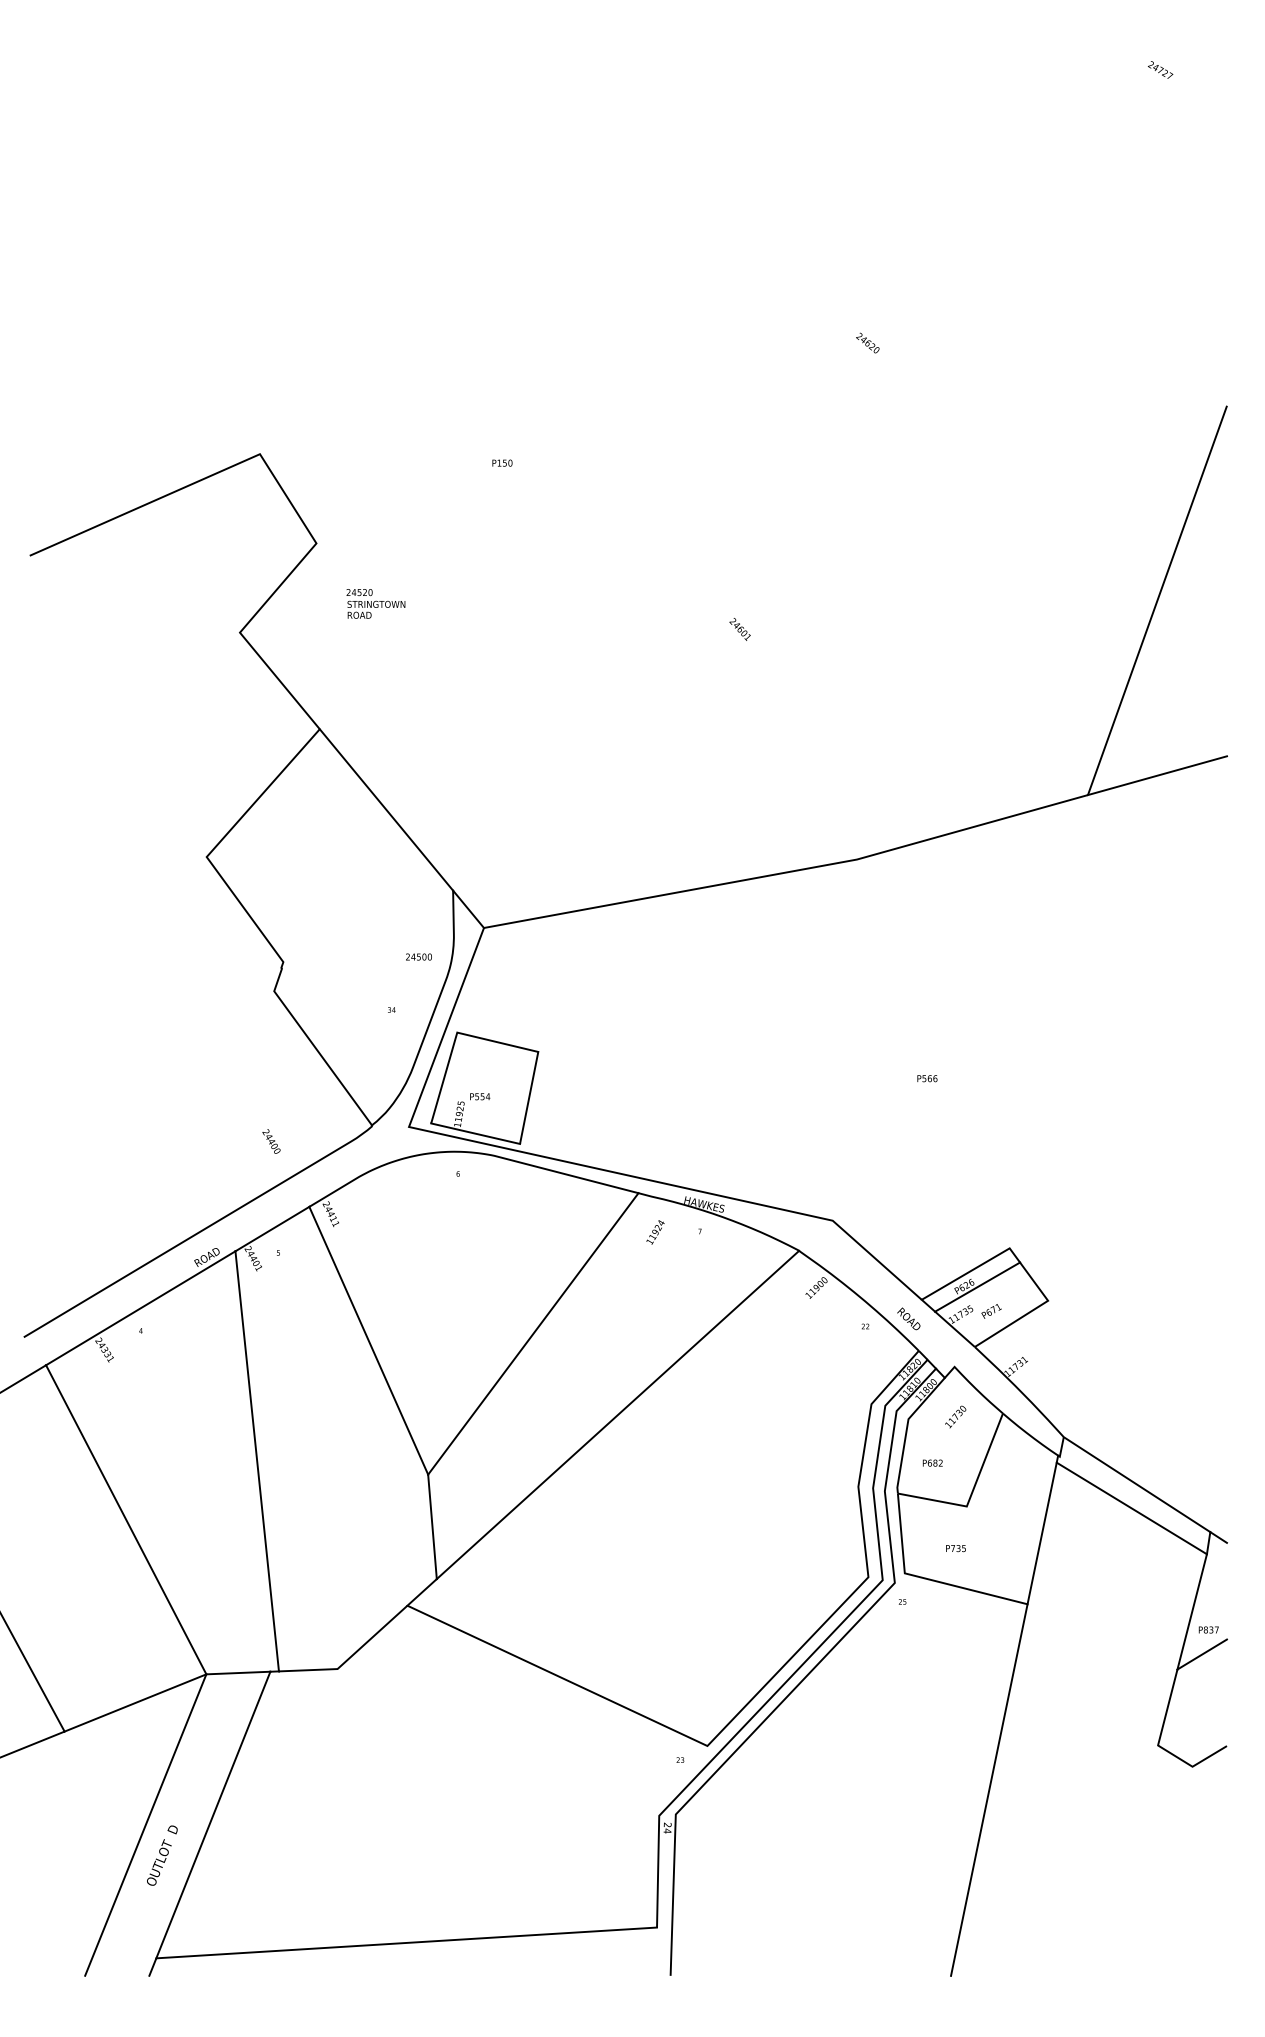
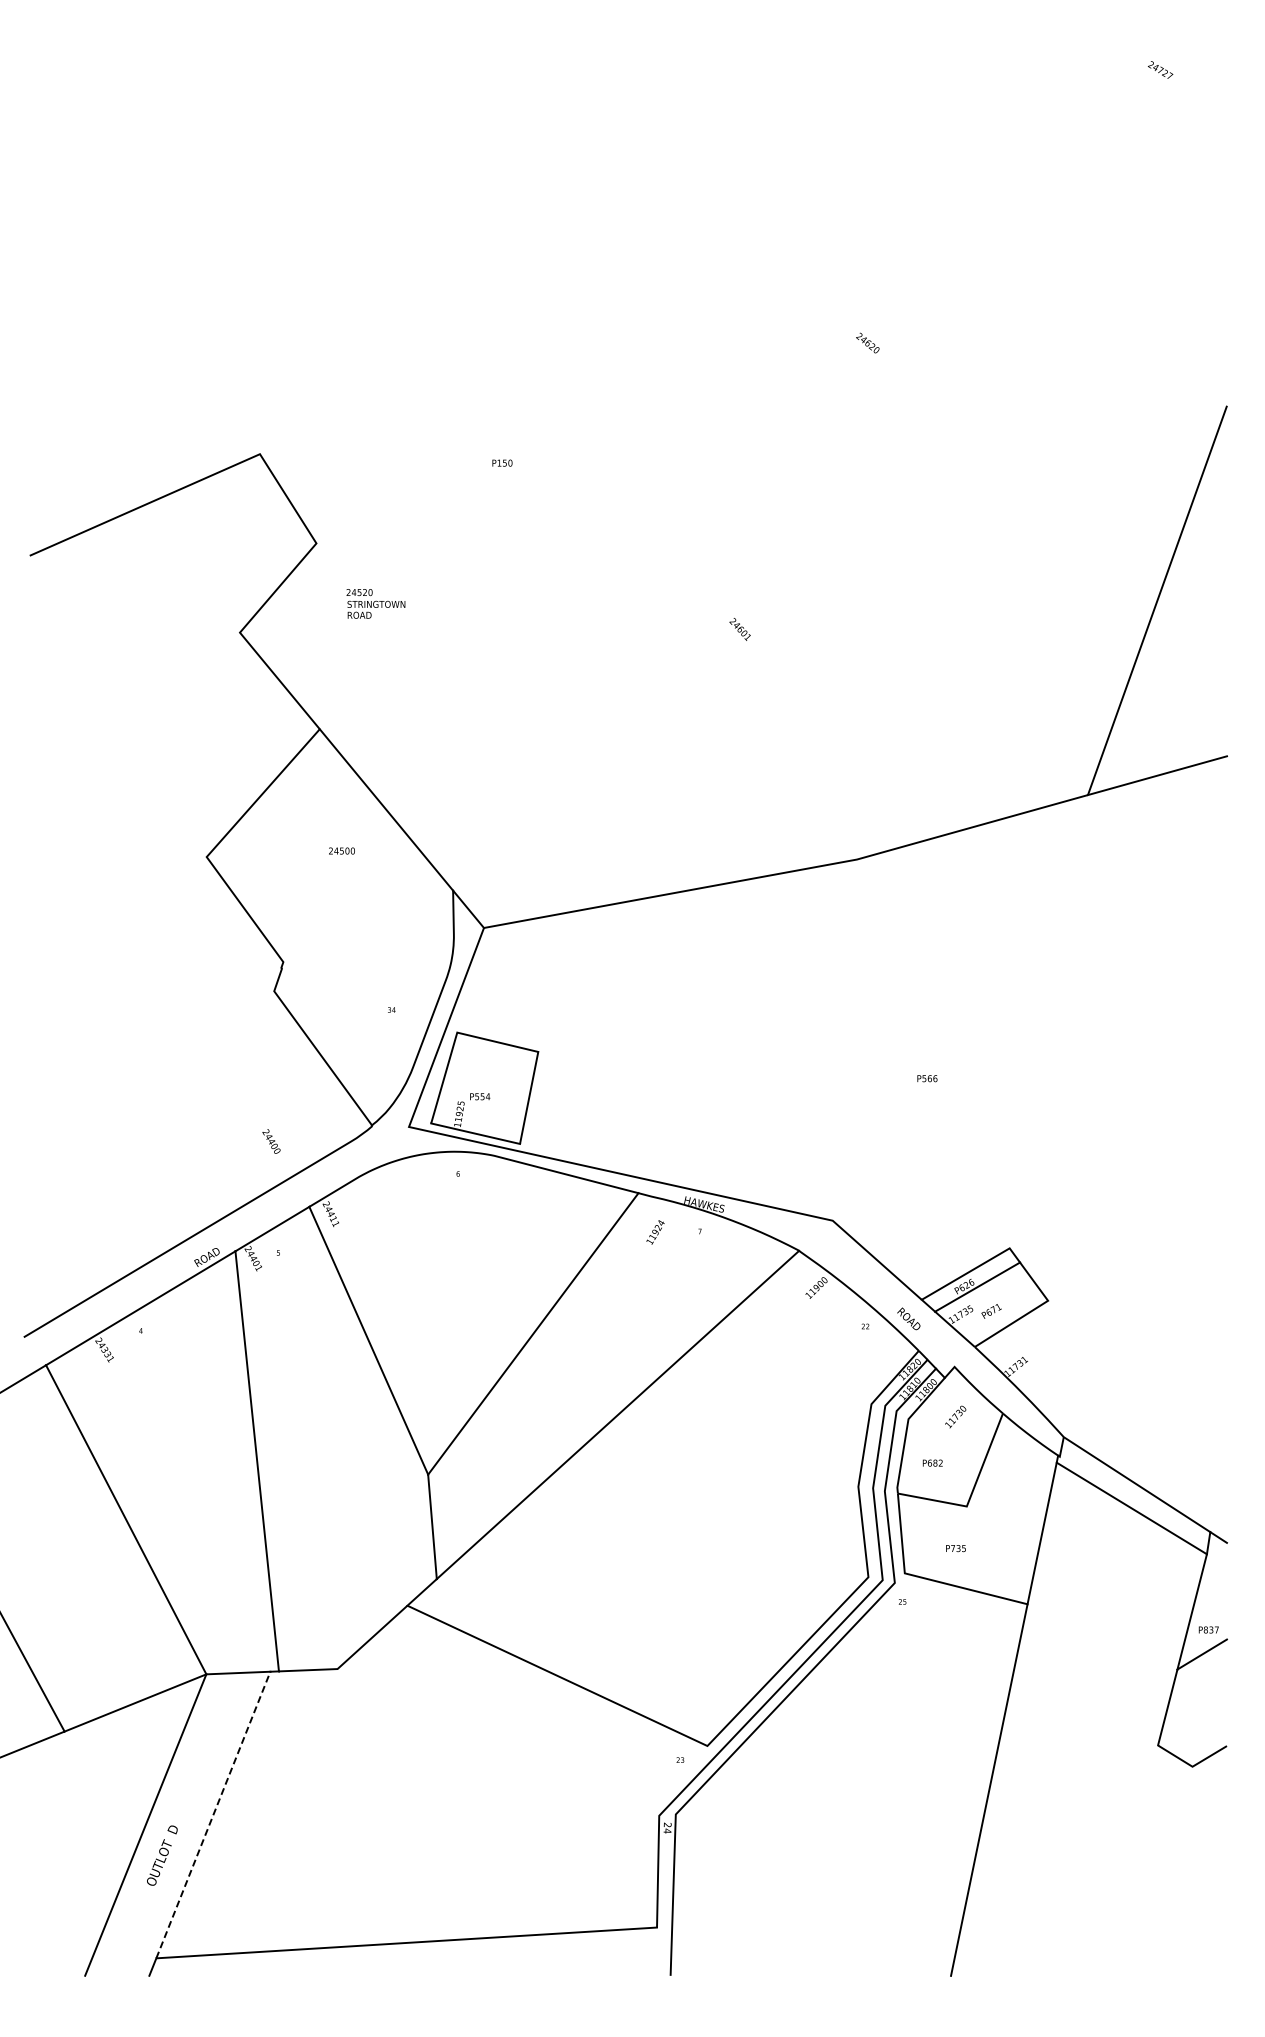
text at (418, 956) position: (418, 956) -> (341, 850)
line at (213, 1814): solid -> dashed
